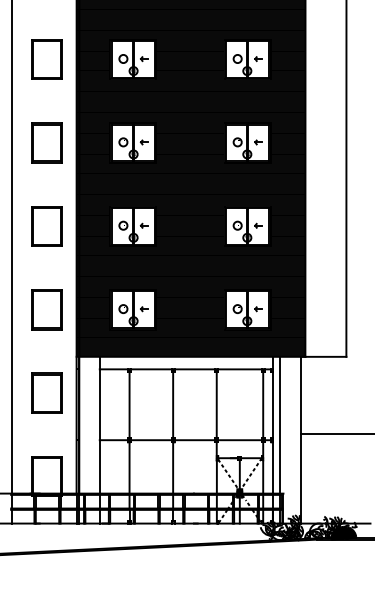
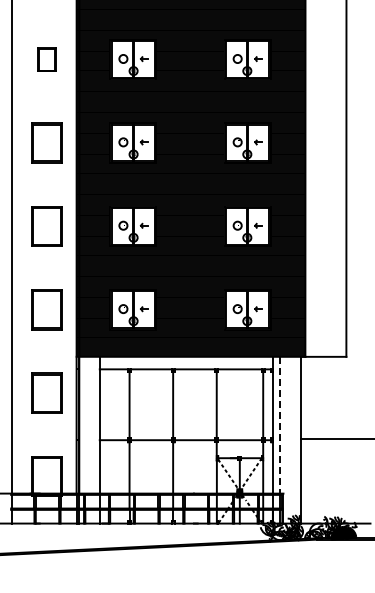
part at (46, 59) size: 32x41 px -> 20x25 px
line at (280, 425): solid -> dashed
line at (335, 434) position: (335, 434) -> (335, 439)
